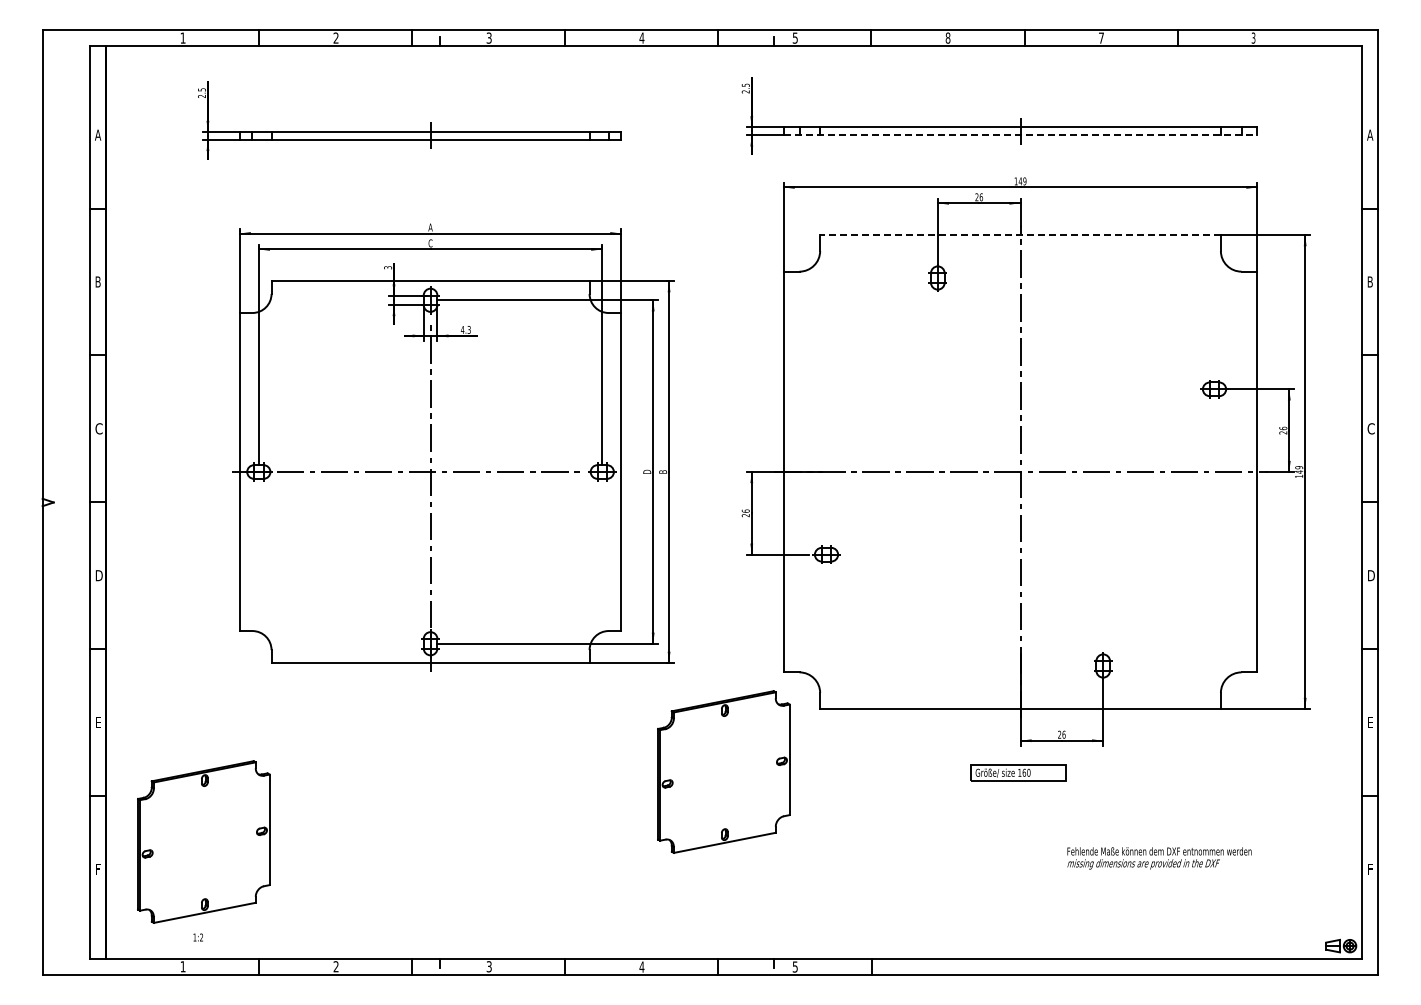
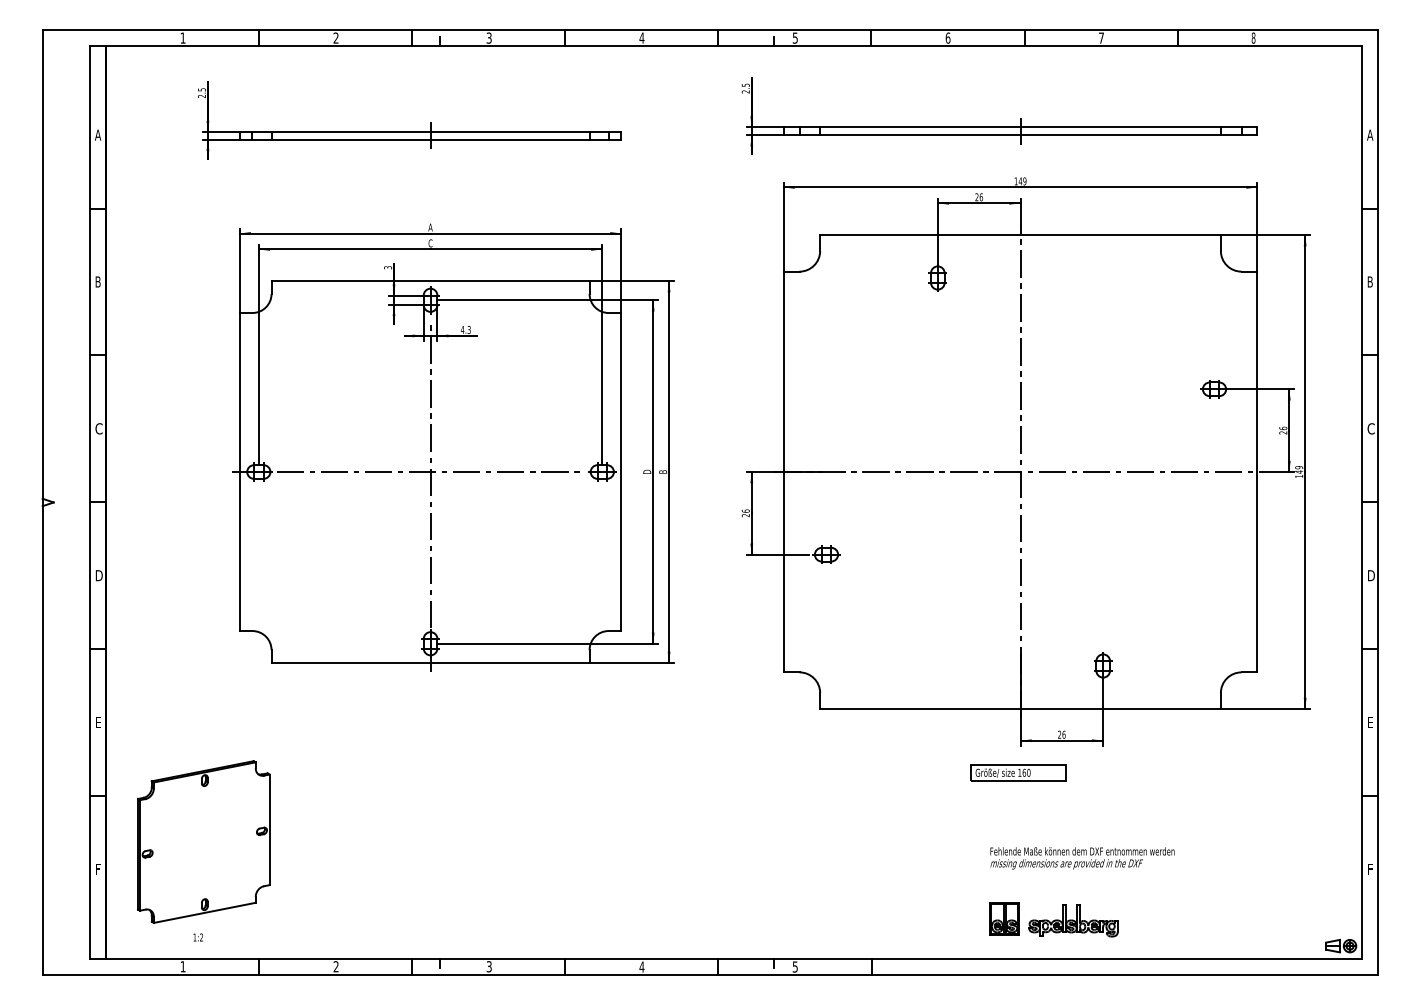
text at (947, 37): 8 -> 6
text at (1253, 37): 3 -> 8
line at (1020, 135): dashed -> solid
line at (1020, 235): dashed -> solid
part at (723, 771): present -> none
text at (1159, 858) position: (1159, 858) -> (1082, 858)
part at (1053, 919): none -> present
